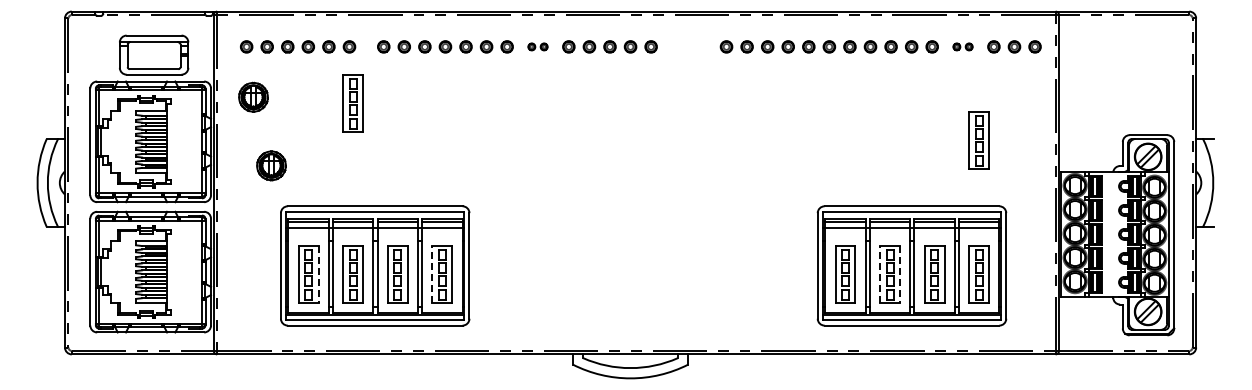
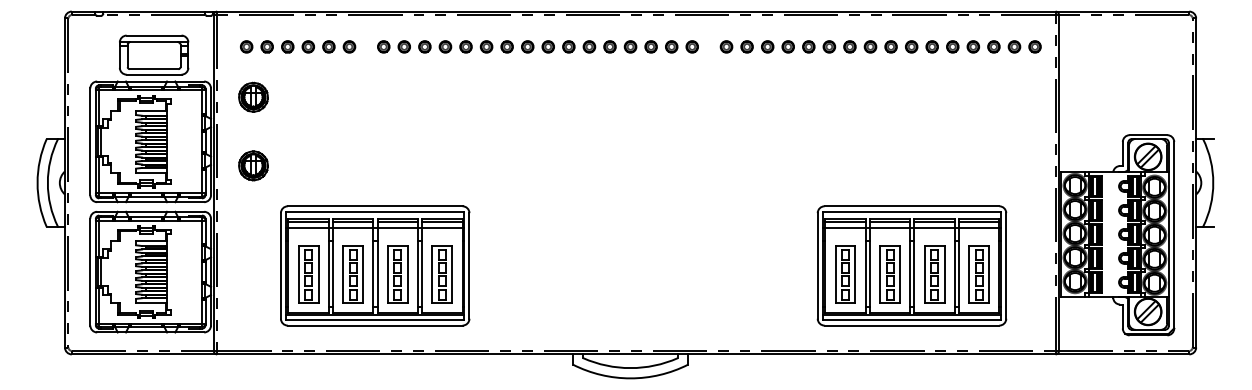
part at (537, 46) size: 22x10 px -> 34x14 px
part at (681, 46): none -> present
part at (962, 46) size: 22x10 px -> 34x14 px
part at (352, 103): present -> none
part at (978, 140): present -> none
part at (271, 165) position: (271, 165) -> (253, 165)
line at (432, 274): dashed -> solid
line at (880, 274): dashed -> solid
line at (318, 275): dashed -> solid
line at (900, 275): dashed -> solid
